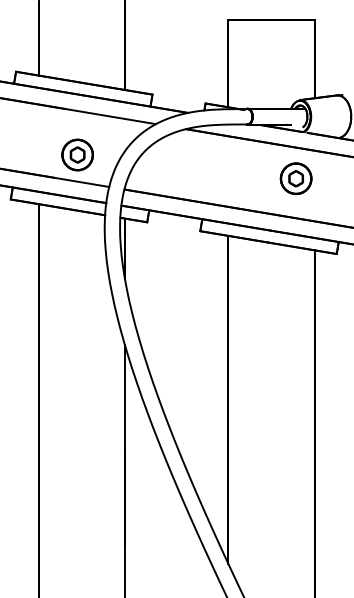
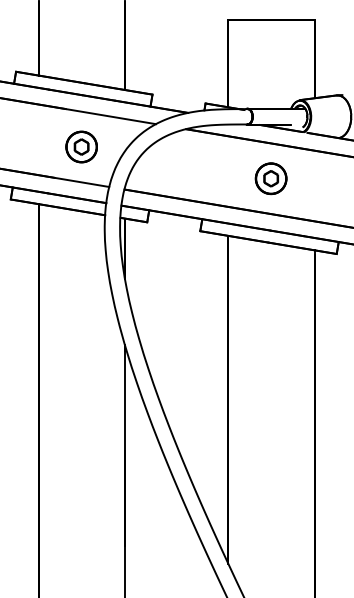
part at (77, 154) position: (77, 154) -> (81, 146)
part at (295, 178) position: (295, 178) -> (270, 178)
